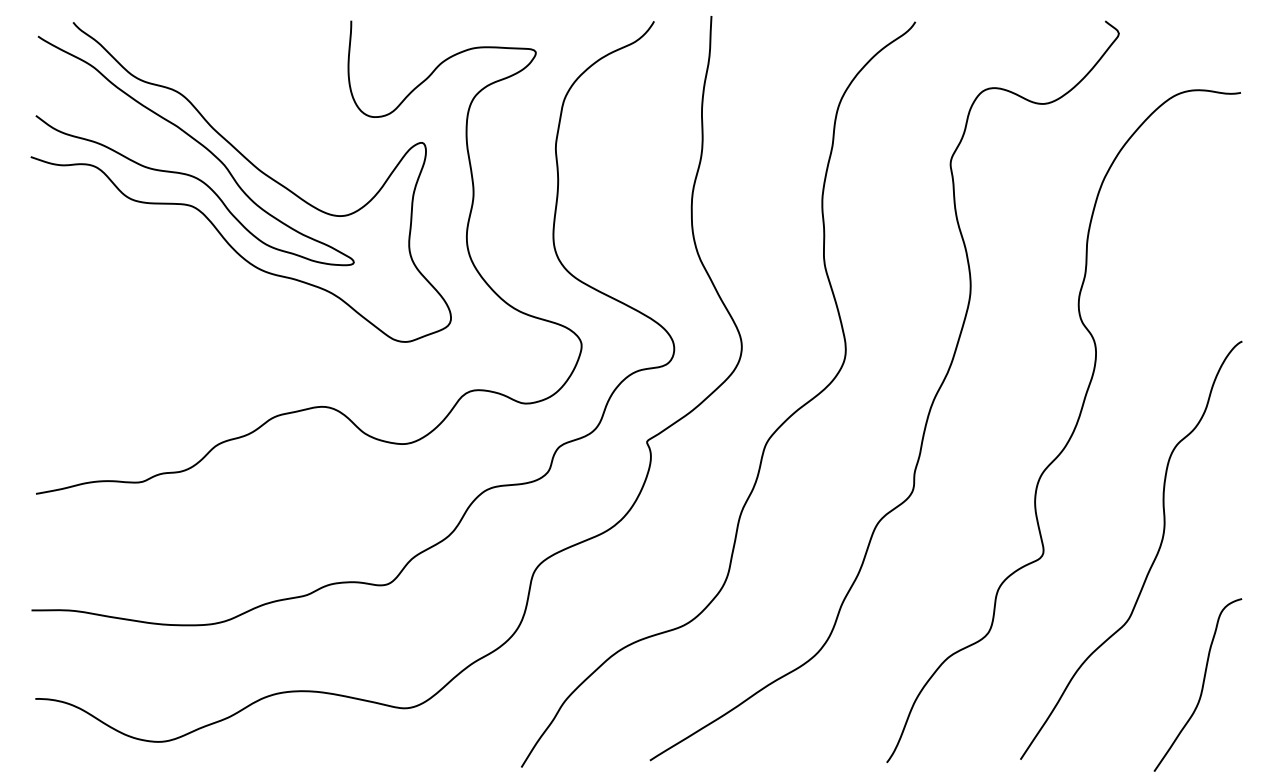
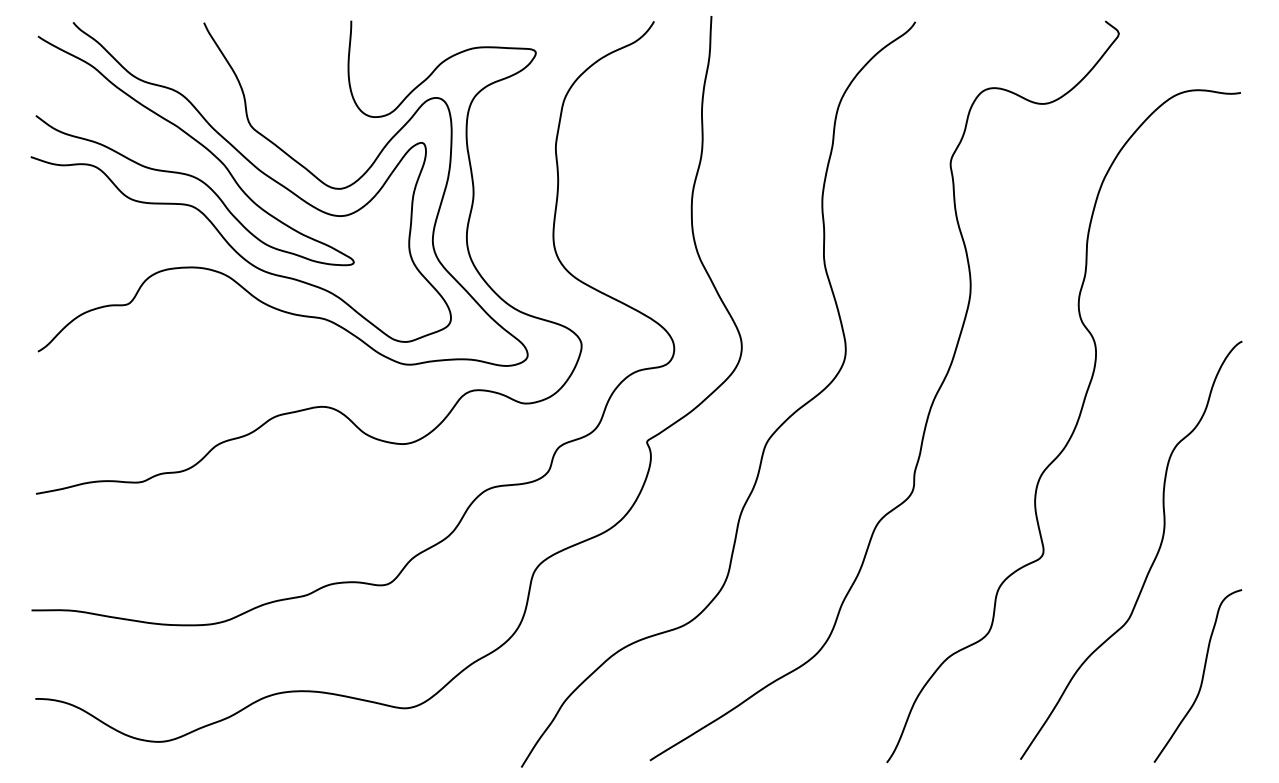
curve at (303, 168): none -> present
curve at (1202, 684) position: (1202, 684) -> (1202, 675)
